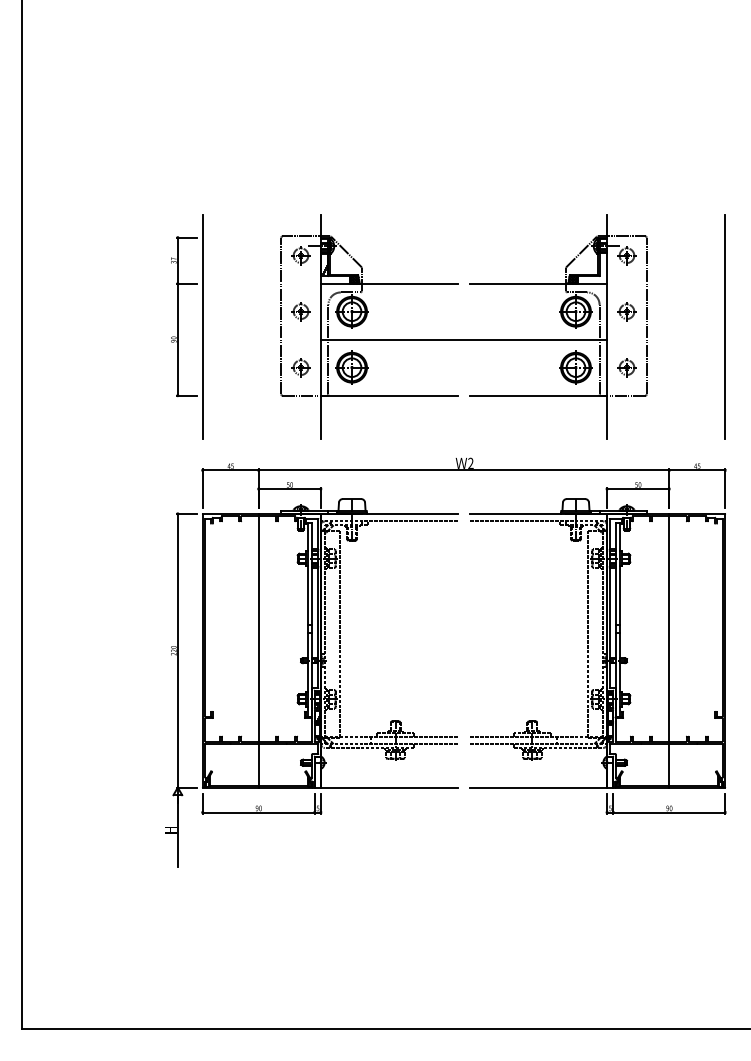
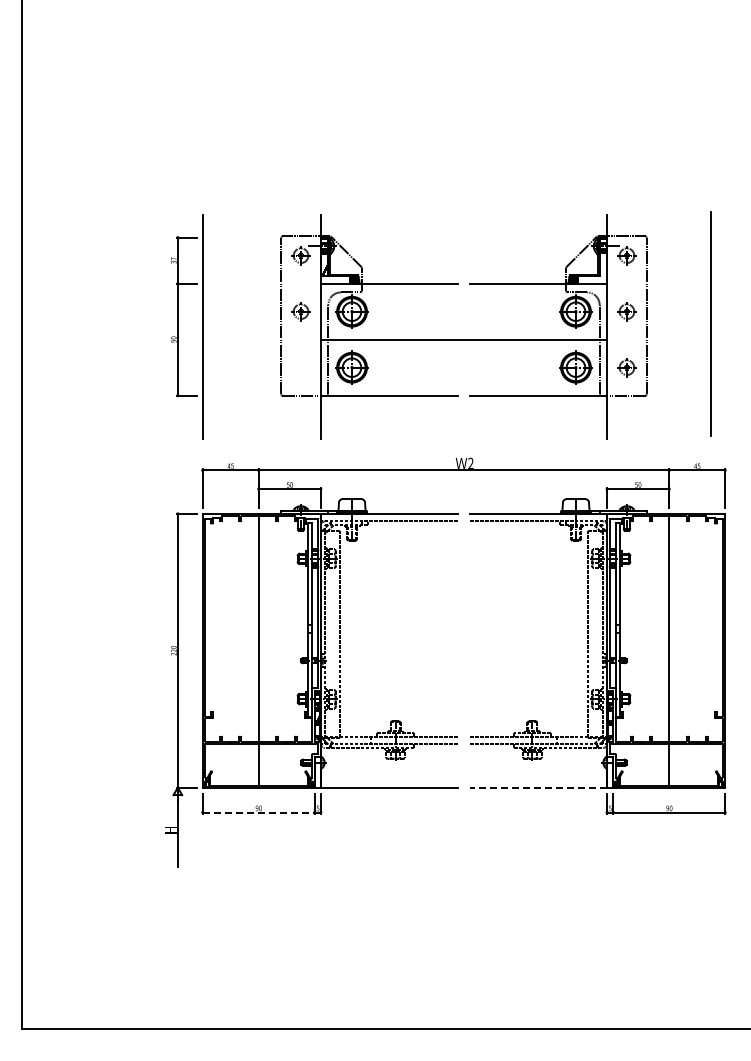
line at (724, 326) position: (724, 326) -> (710, 323)
part at (300, 367): present -> none
line at (538, 787): solid -> dashed
line at (258, 812): solid -> dashed
